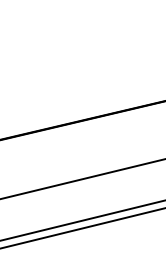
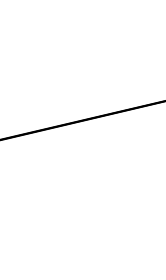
line at (82, 178): present -> none
line at (82, 220): present -> none
line at (82, 228): present -> none
